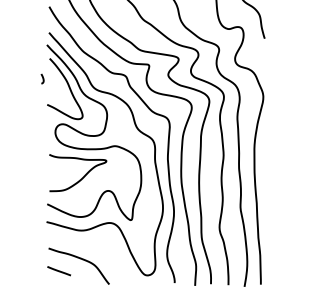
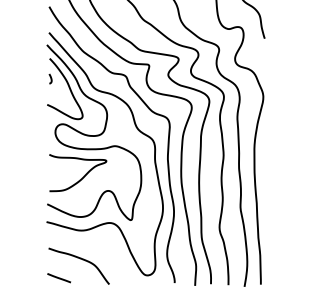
curve at (42, 78) position: (42, 78) -> (50, 78)
line at (59, 271) position: (59, 271) -> (59, 278)
